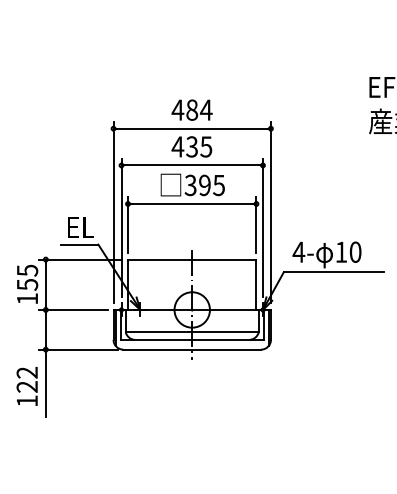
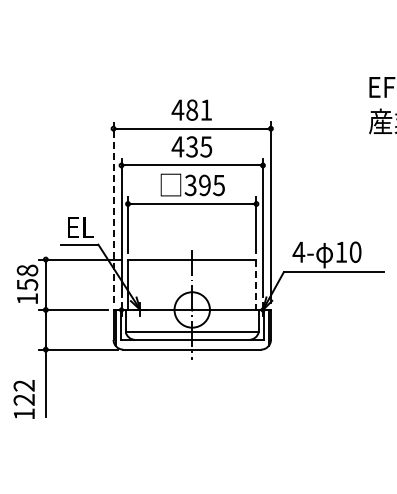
text at (205, 109): 484 -> 481
line at (113, 212): solid -> dashed
text at (27, 270): 155 -> 158
line at (256, 285): solid -> dashed
text at (26, 386) position: (26, 386) -> (23, 399)
